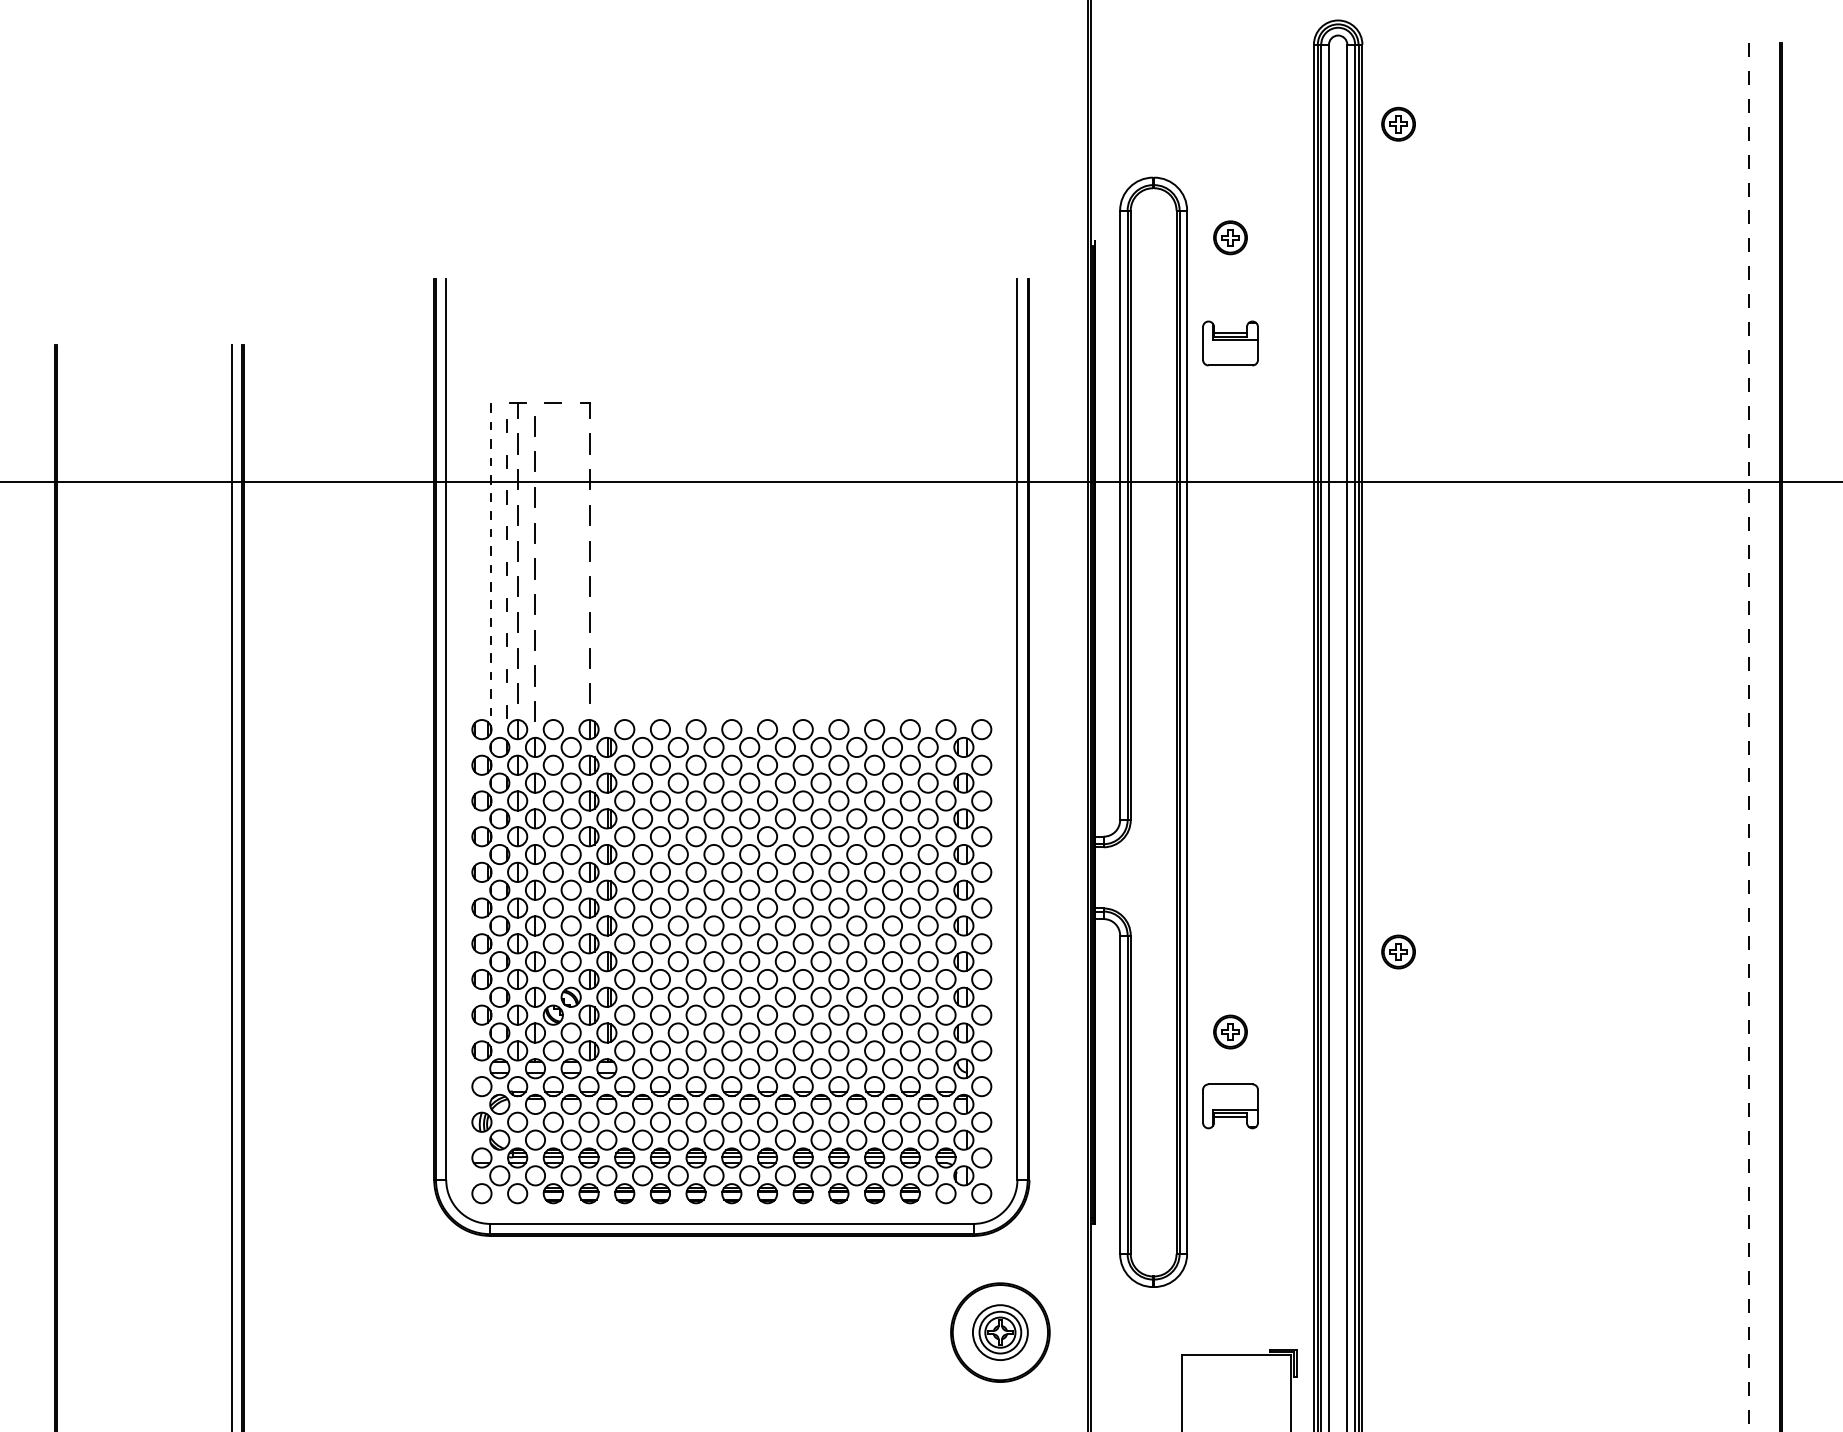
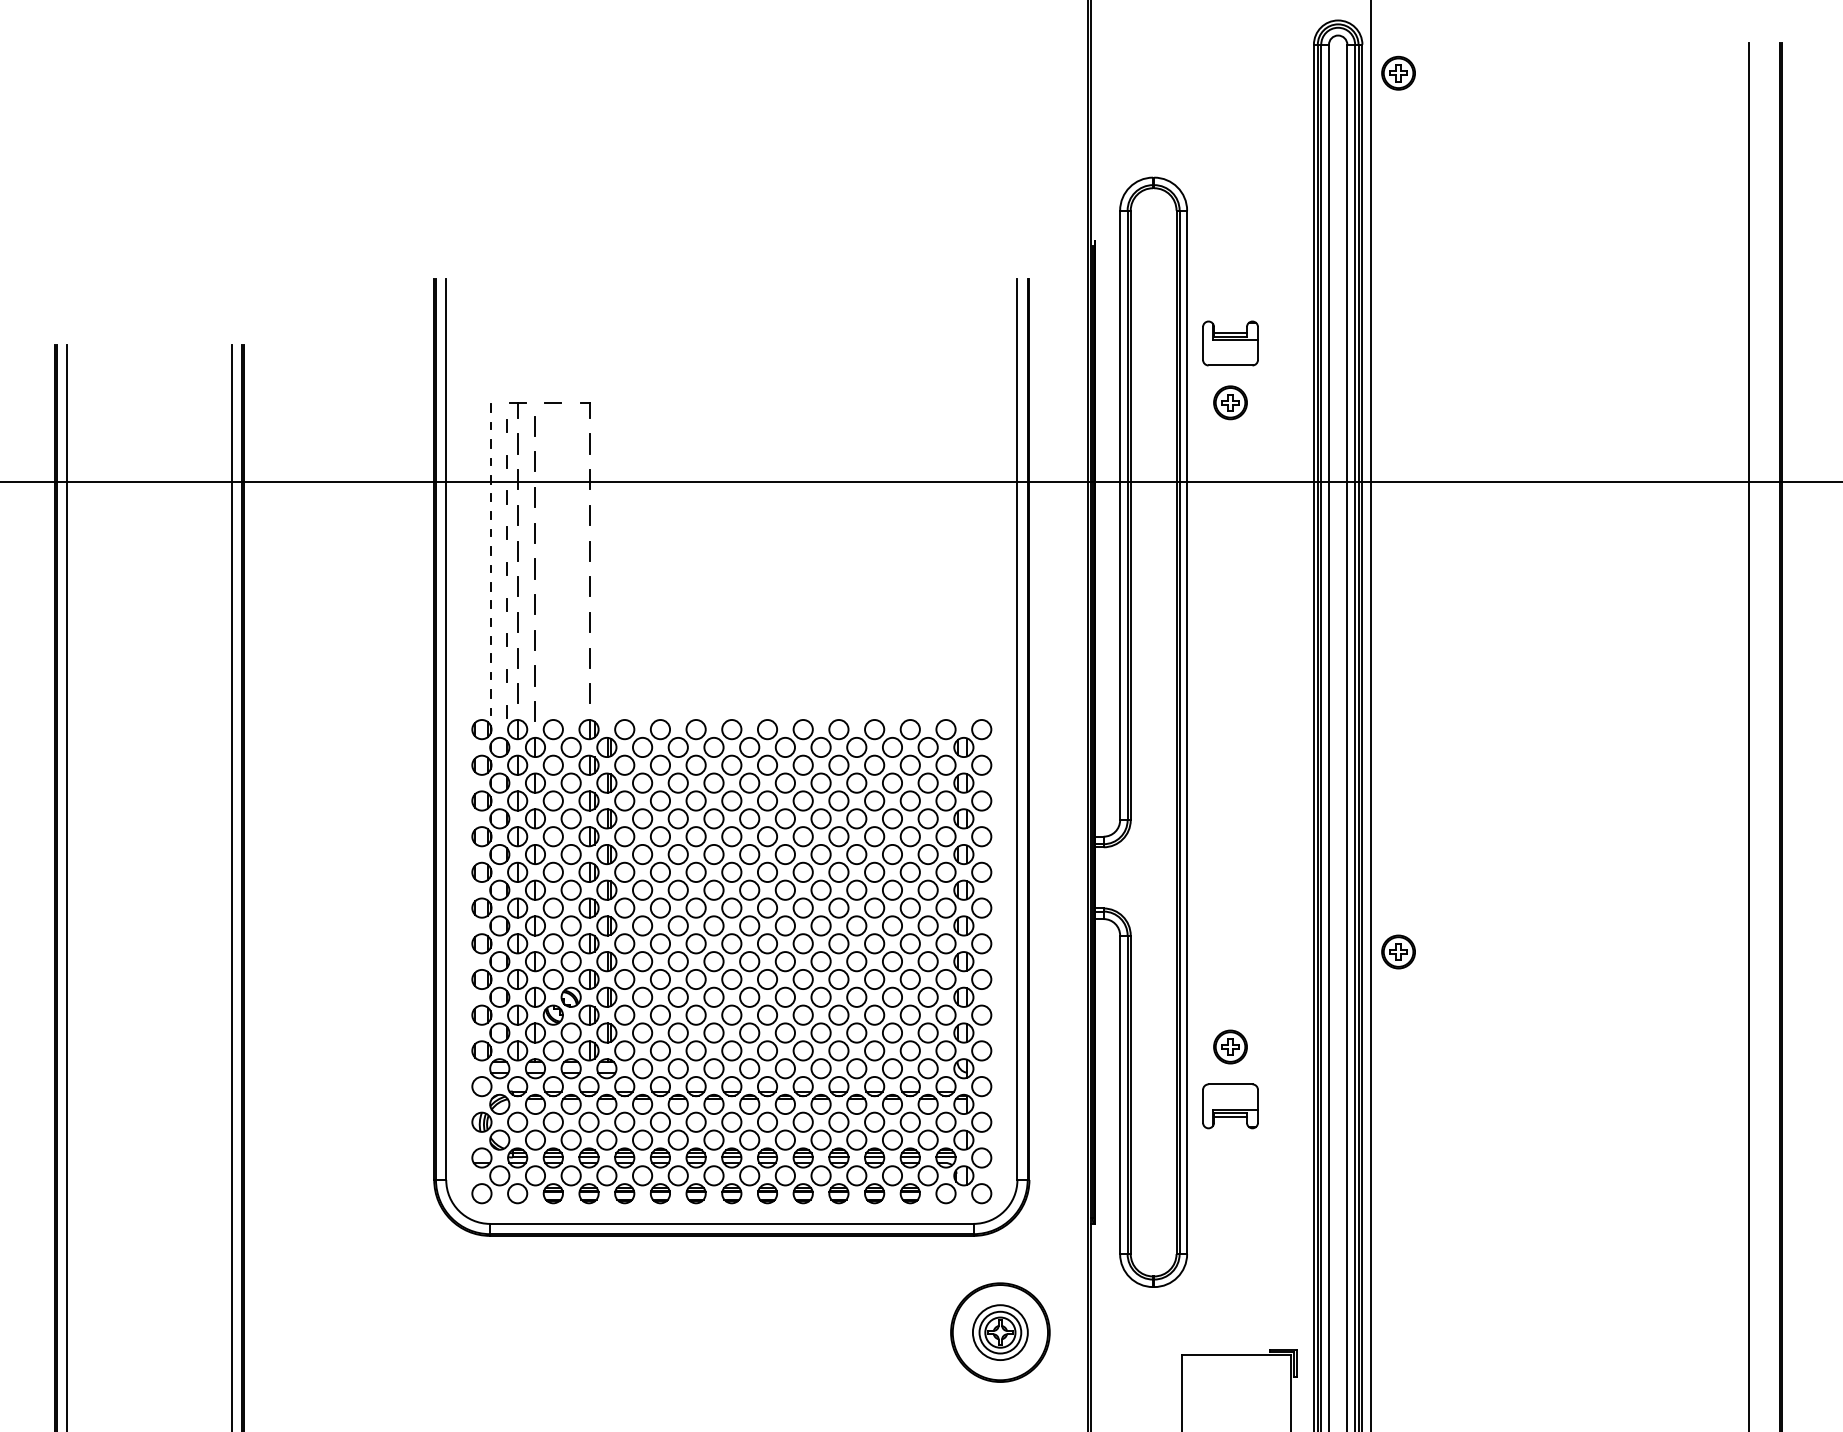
part at (1398, 123) position: (1398, 123) -> (1398, 72)
part at (1230, 237) position: (1230, 237) -> (1230, 402)
line at (1371, 715): none -> present
line at (1749, 737): dashed -> solid
line at (67, 886): none -> present
part at (1230, 1031) position: (1230, 1031) -> (1230, 1046)
